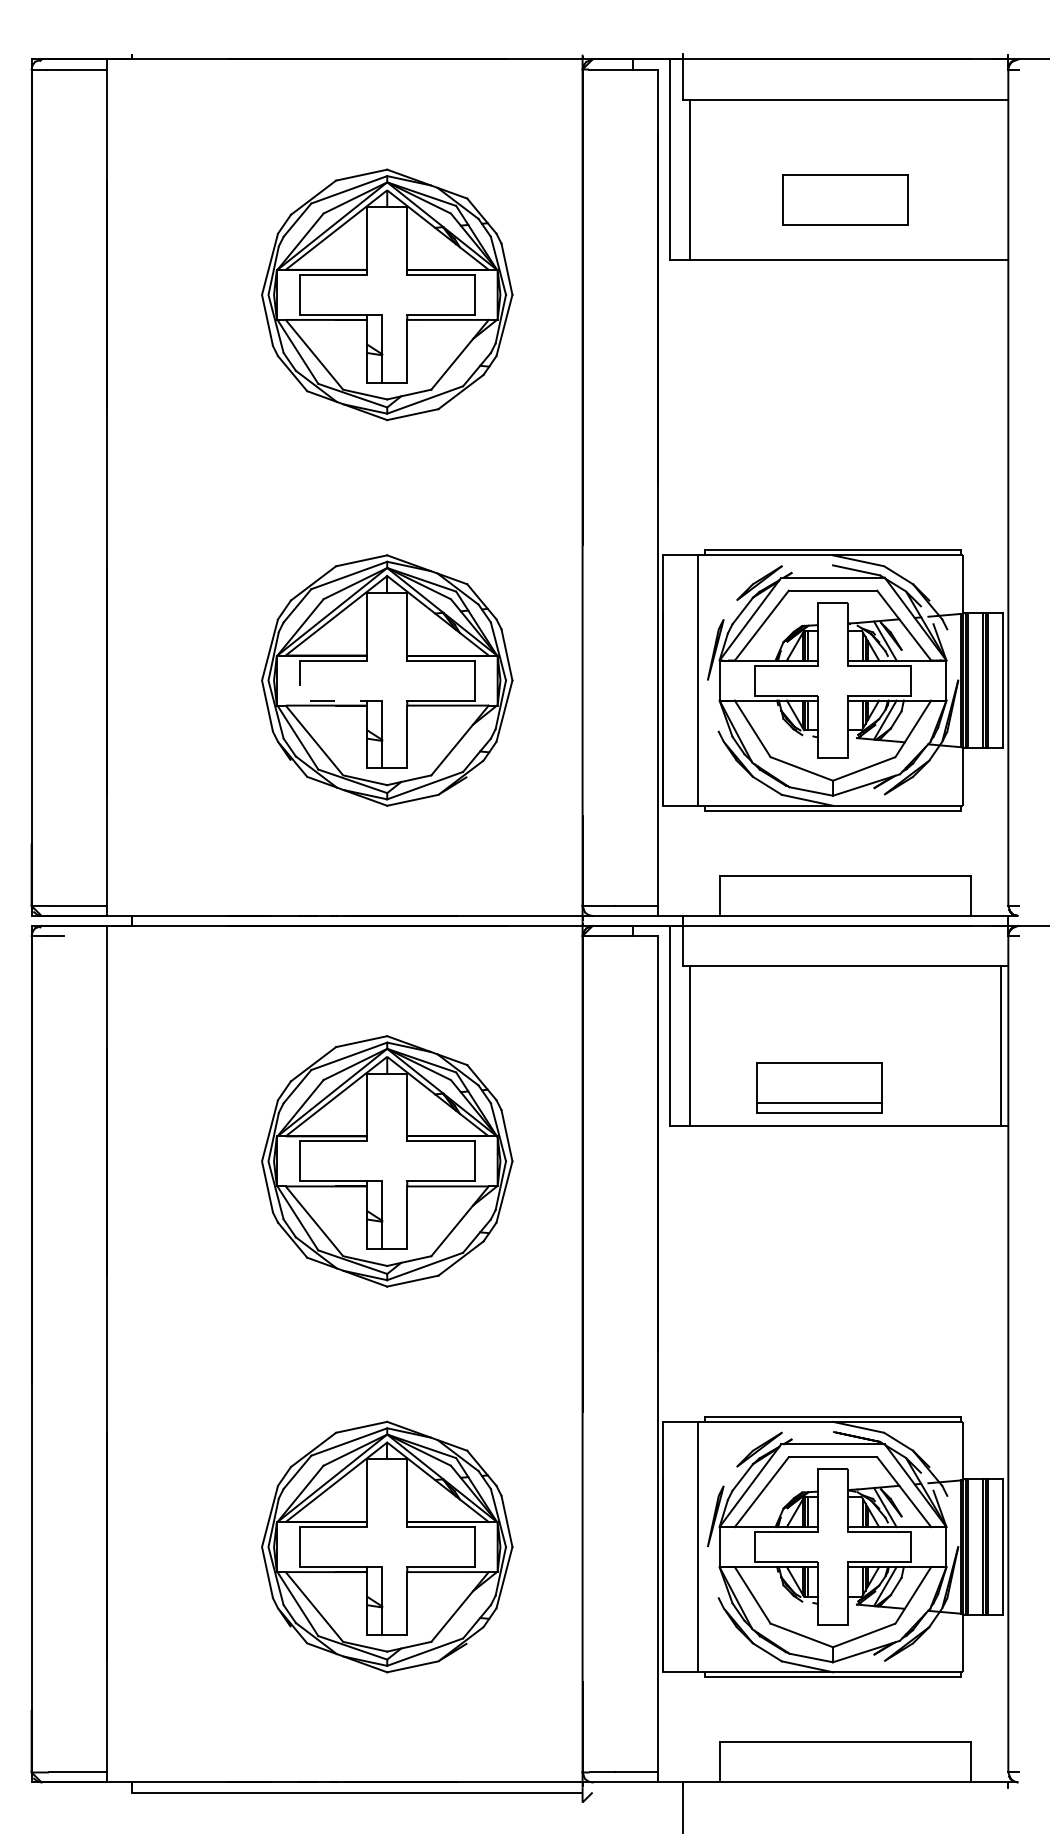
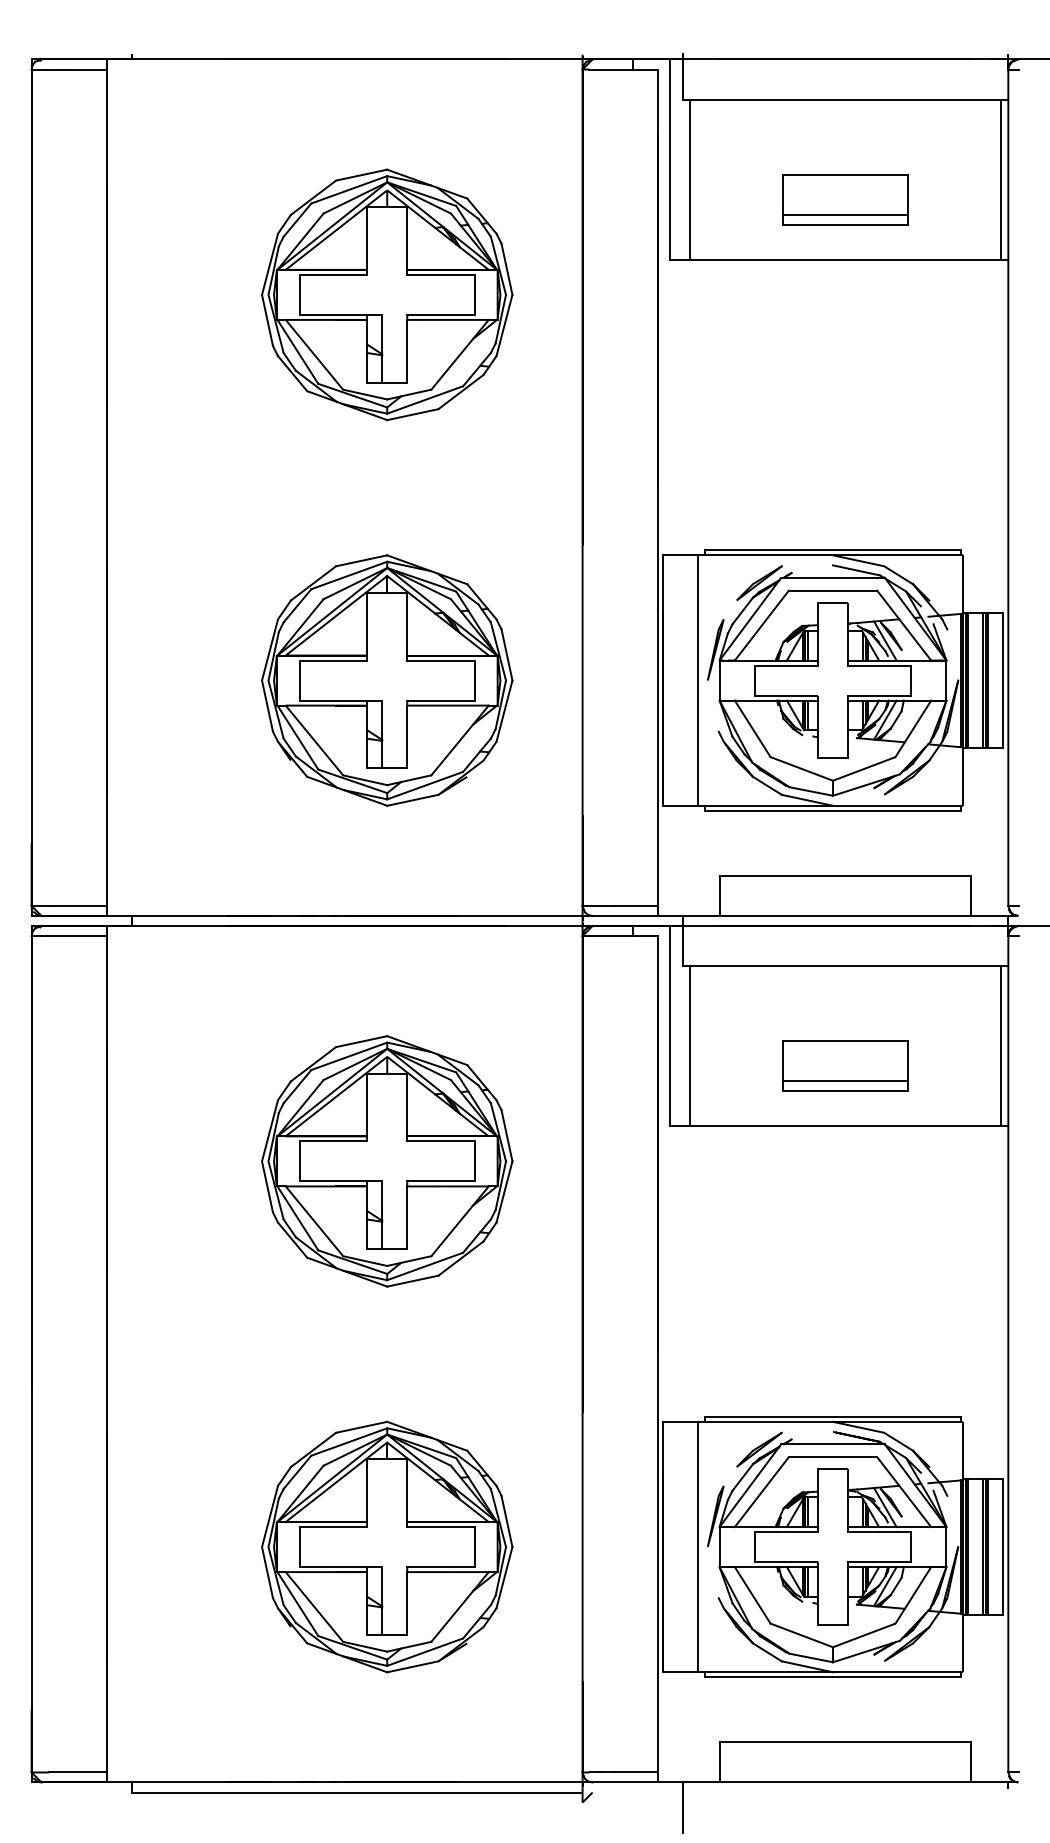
line at (1000, 179): none -> present
line at (845, 214): none -> present
line at (320, 700): dashed -> solid
line at (85, 936): none -> present
part at (819, 1087) position: (819, 1087) -> (845, 1065)
